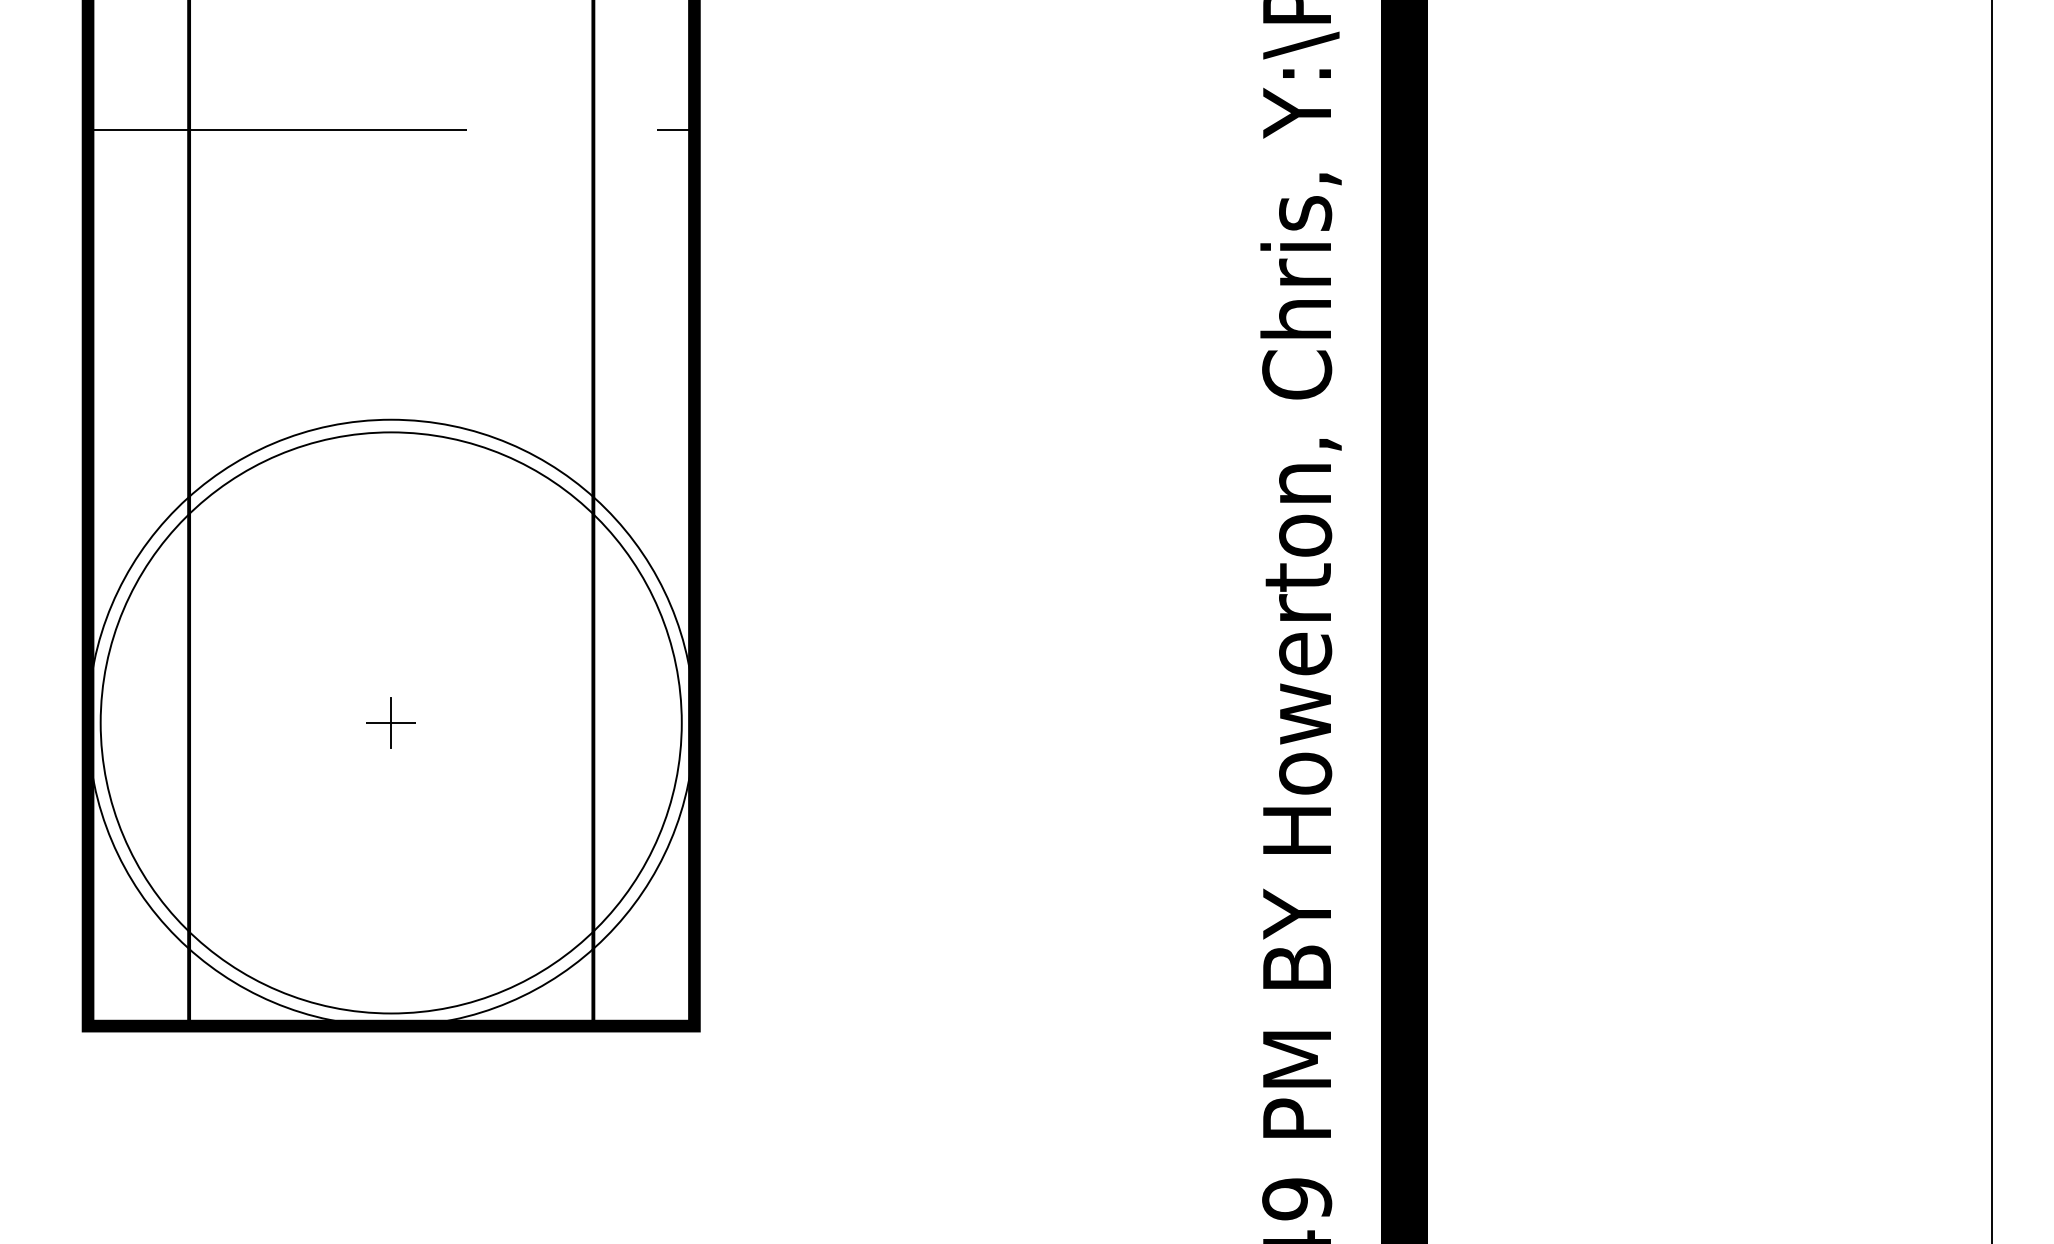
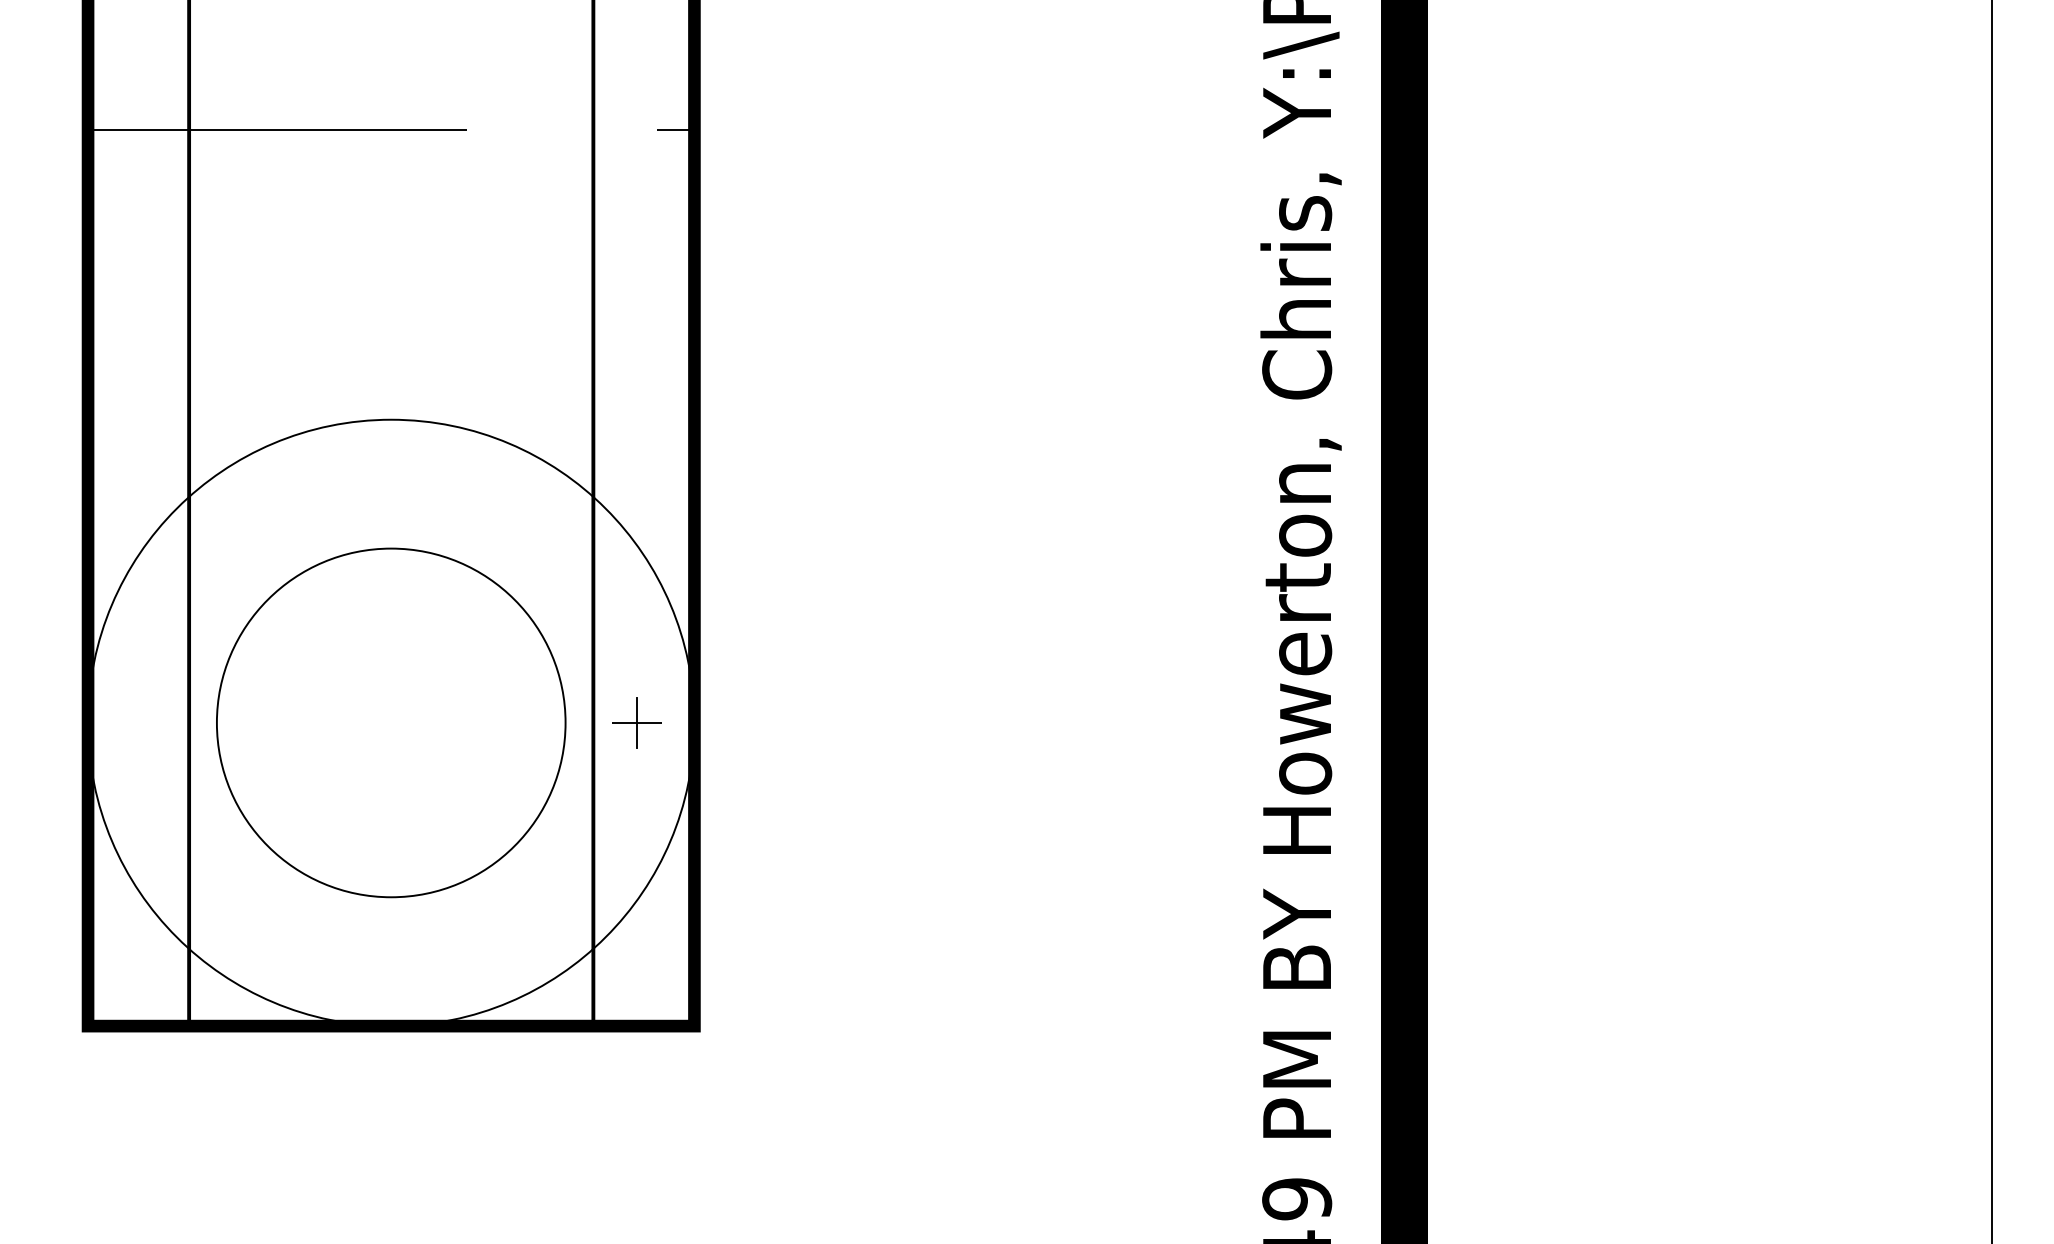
circle at (390, 722) diameter: 581 px -> 349 px
part at (390, 722) position: (390, 722) -> (636, 722)
